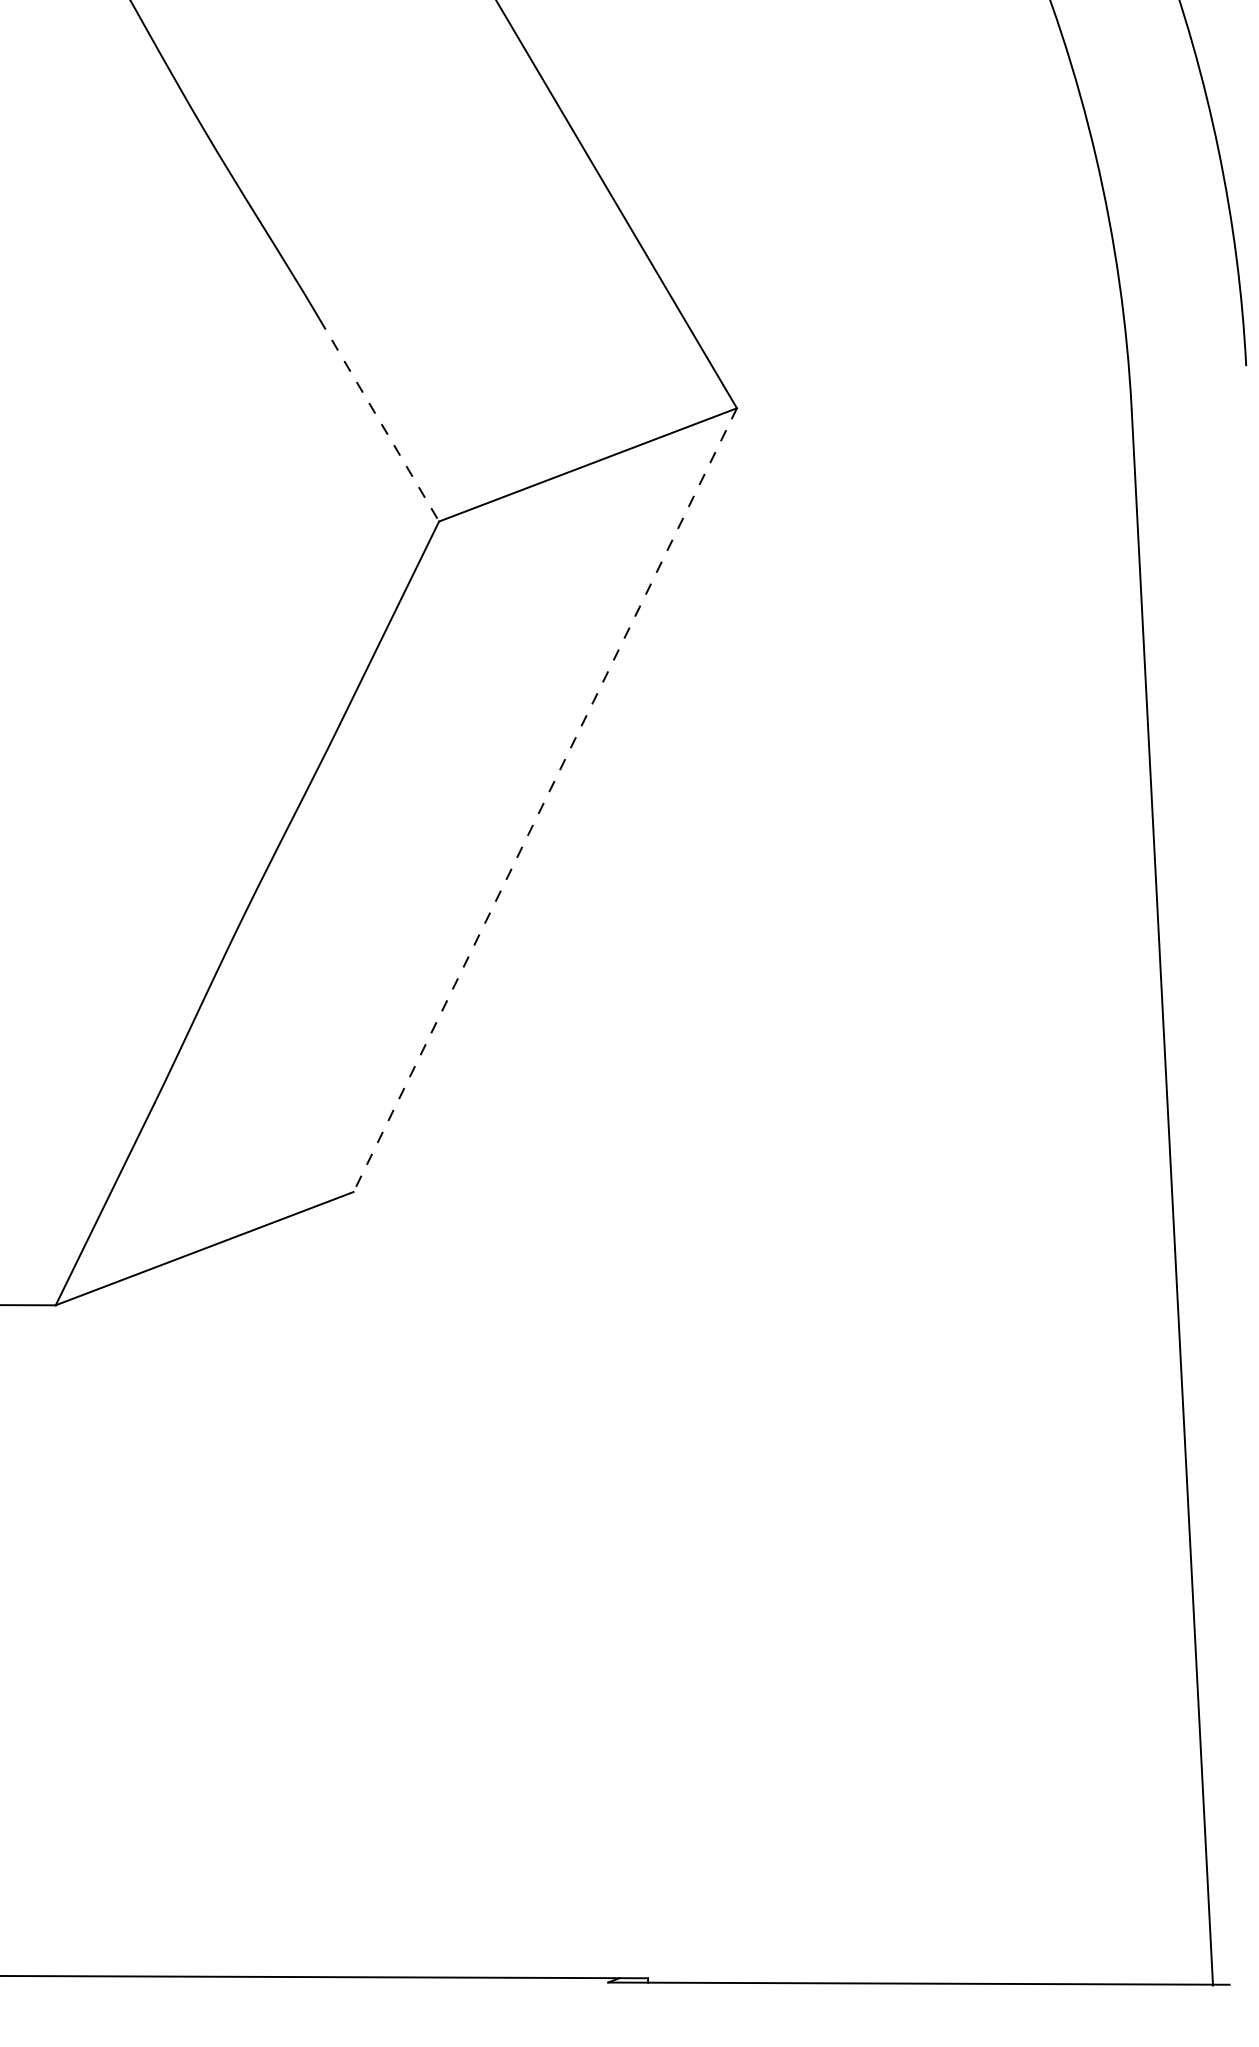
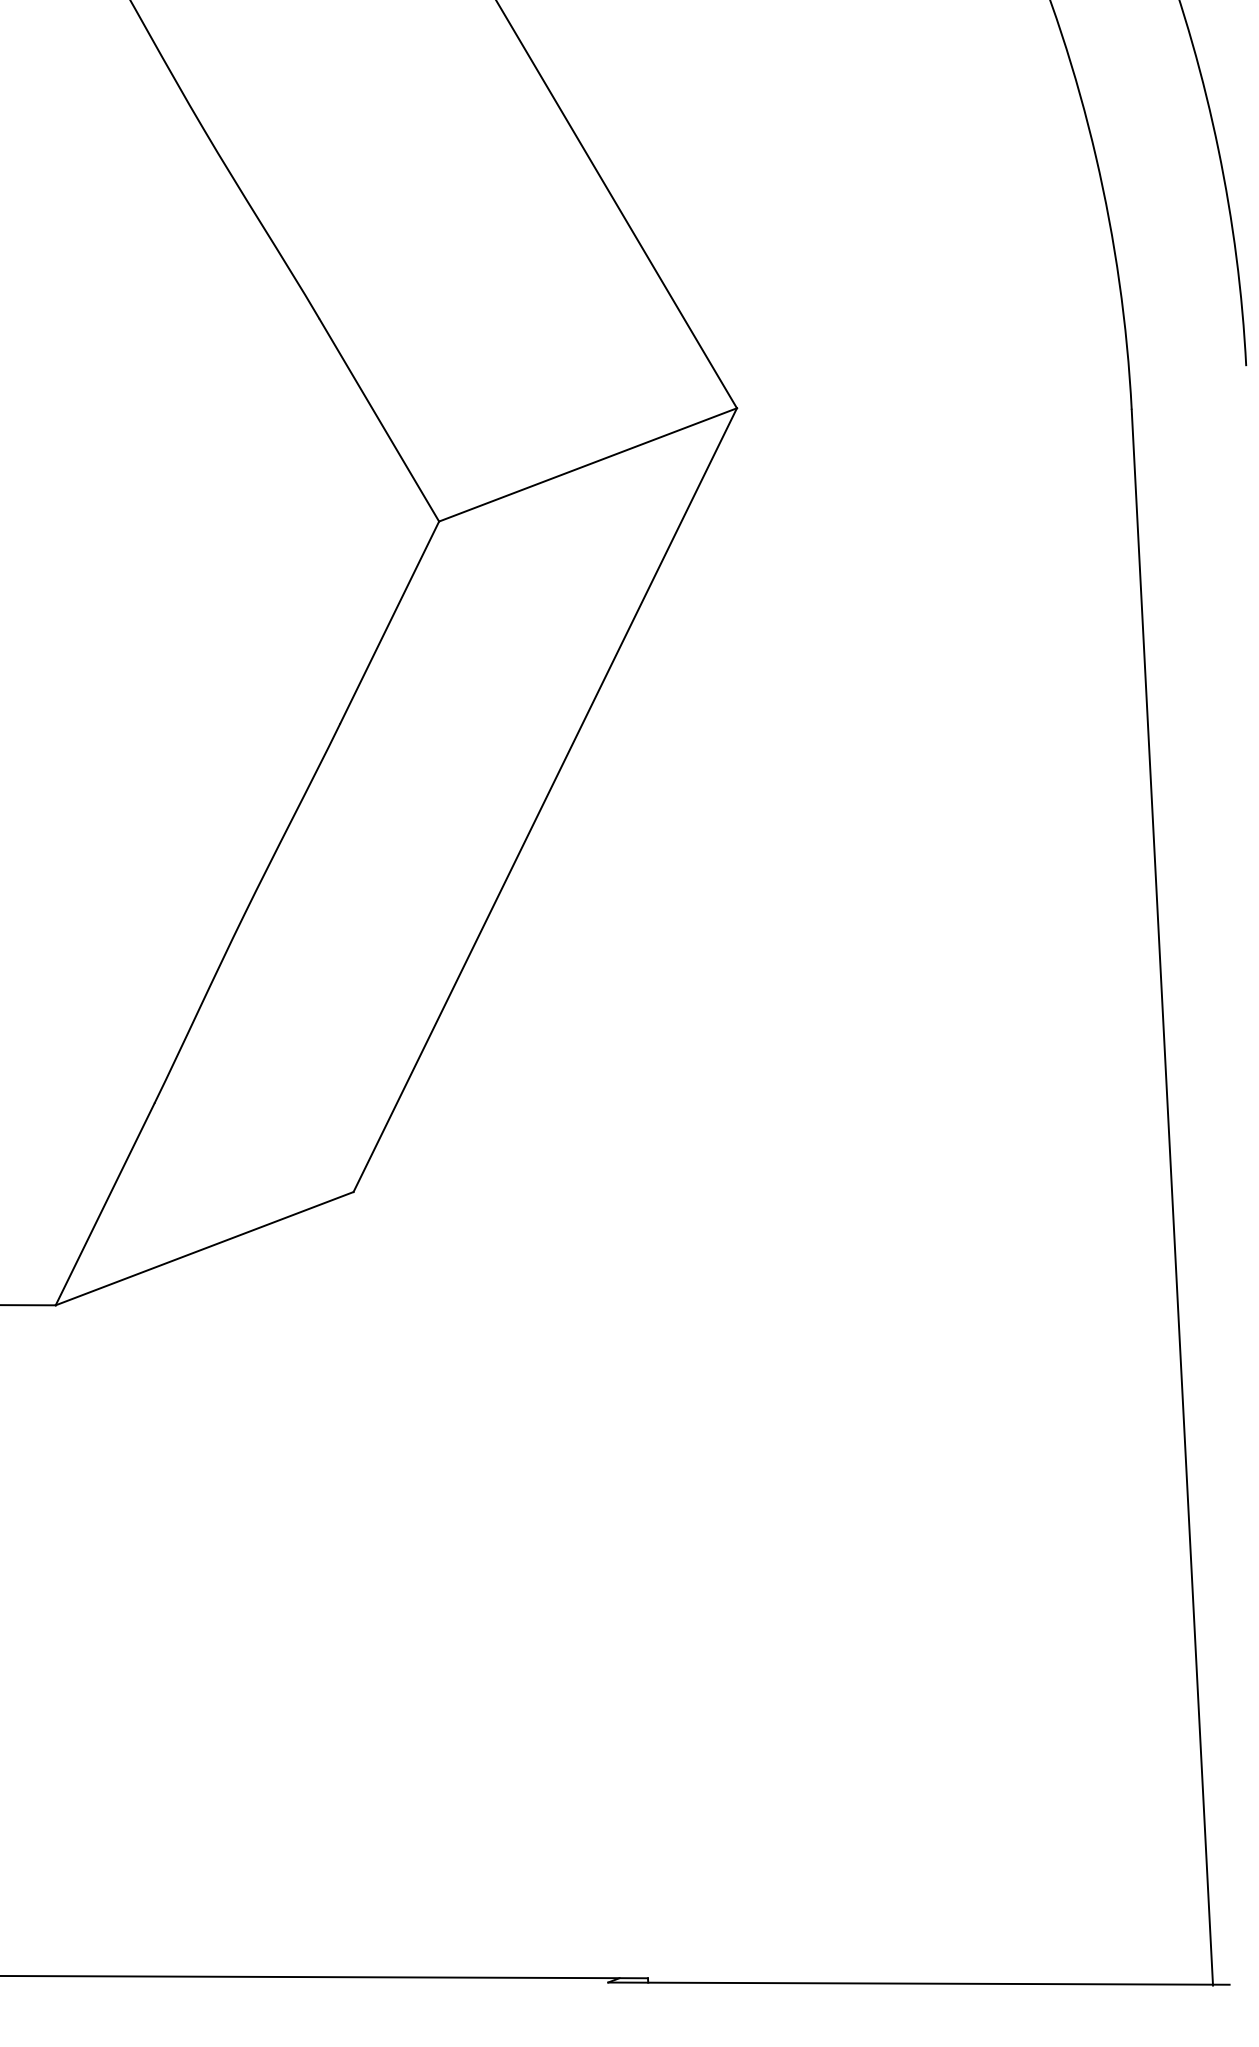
line at (379, 420): dashed -> solid
line at (545, 800): dashed -> solid
